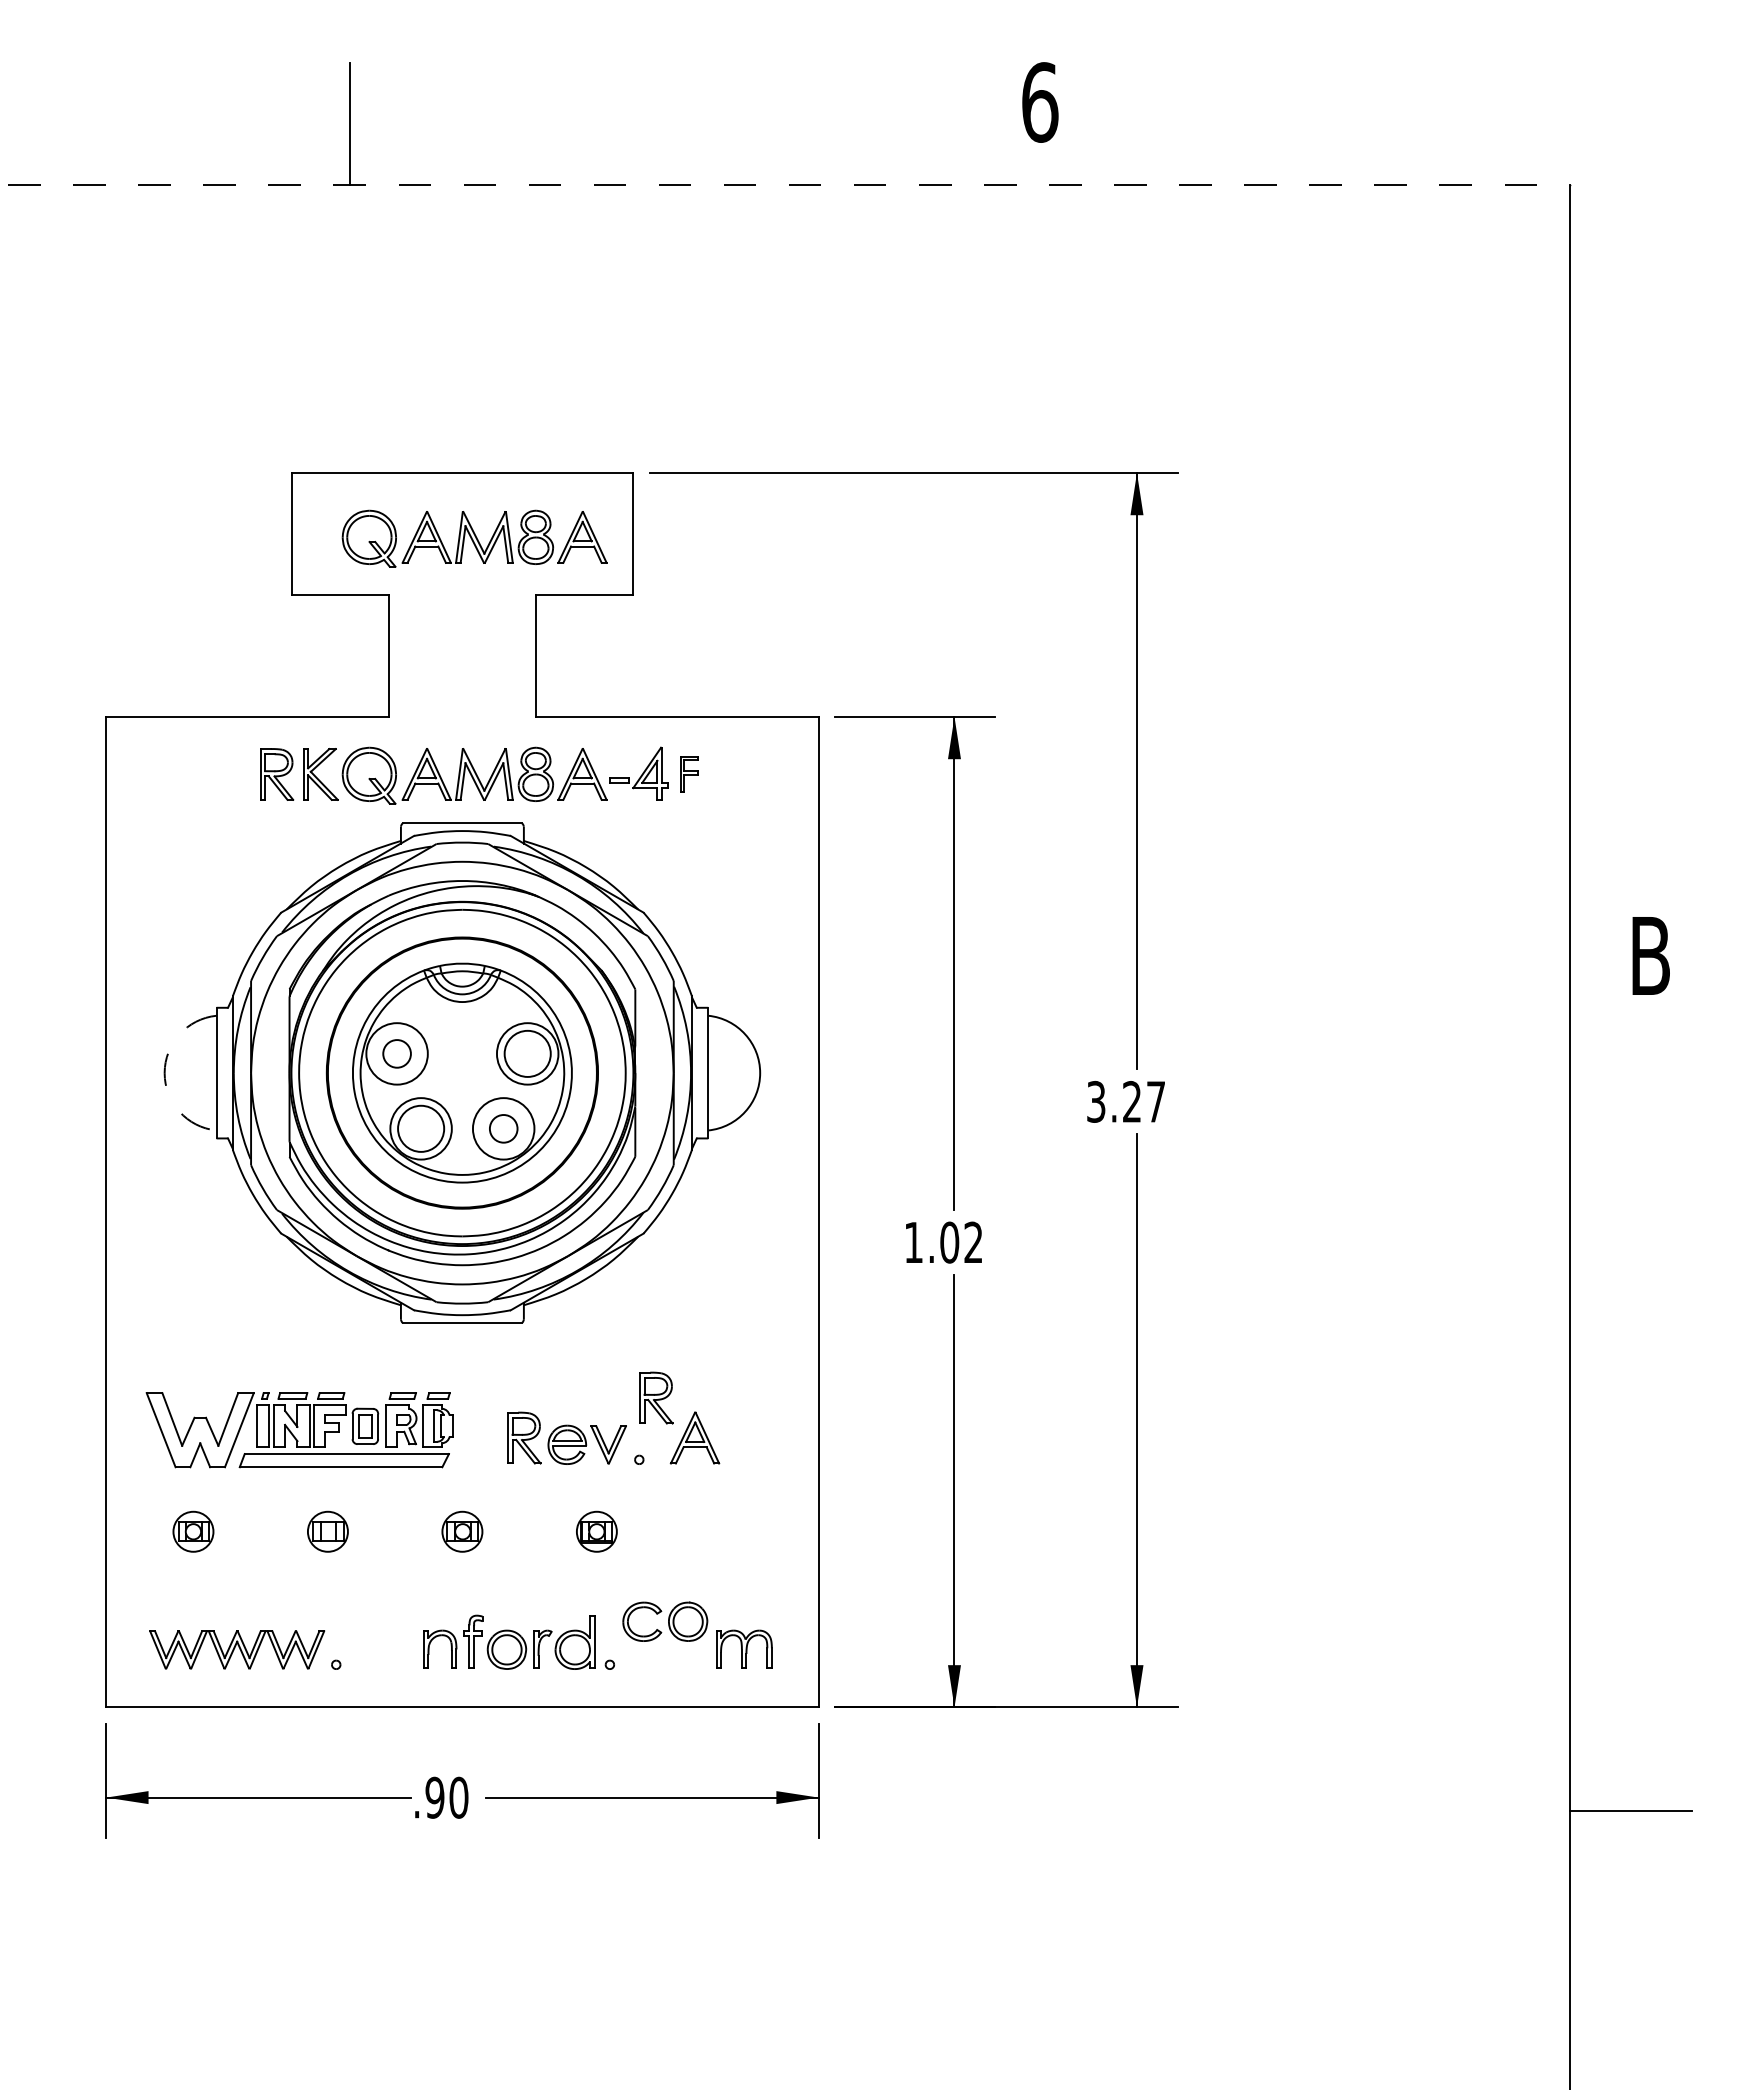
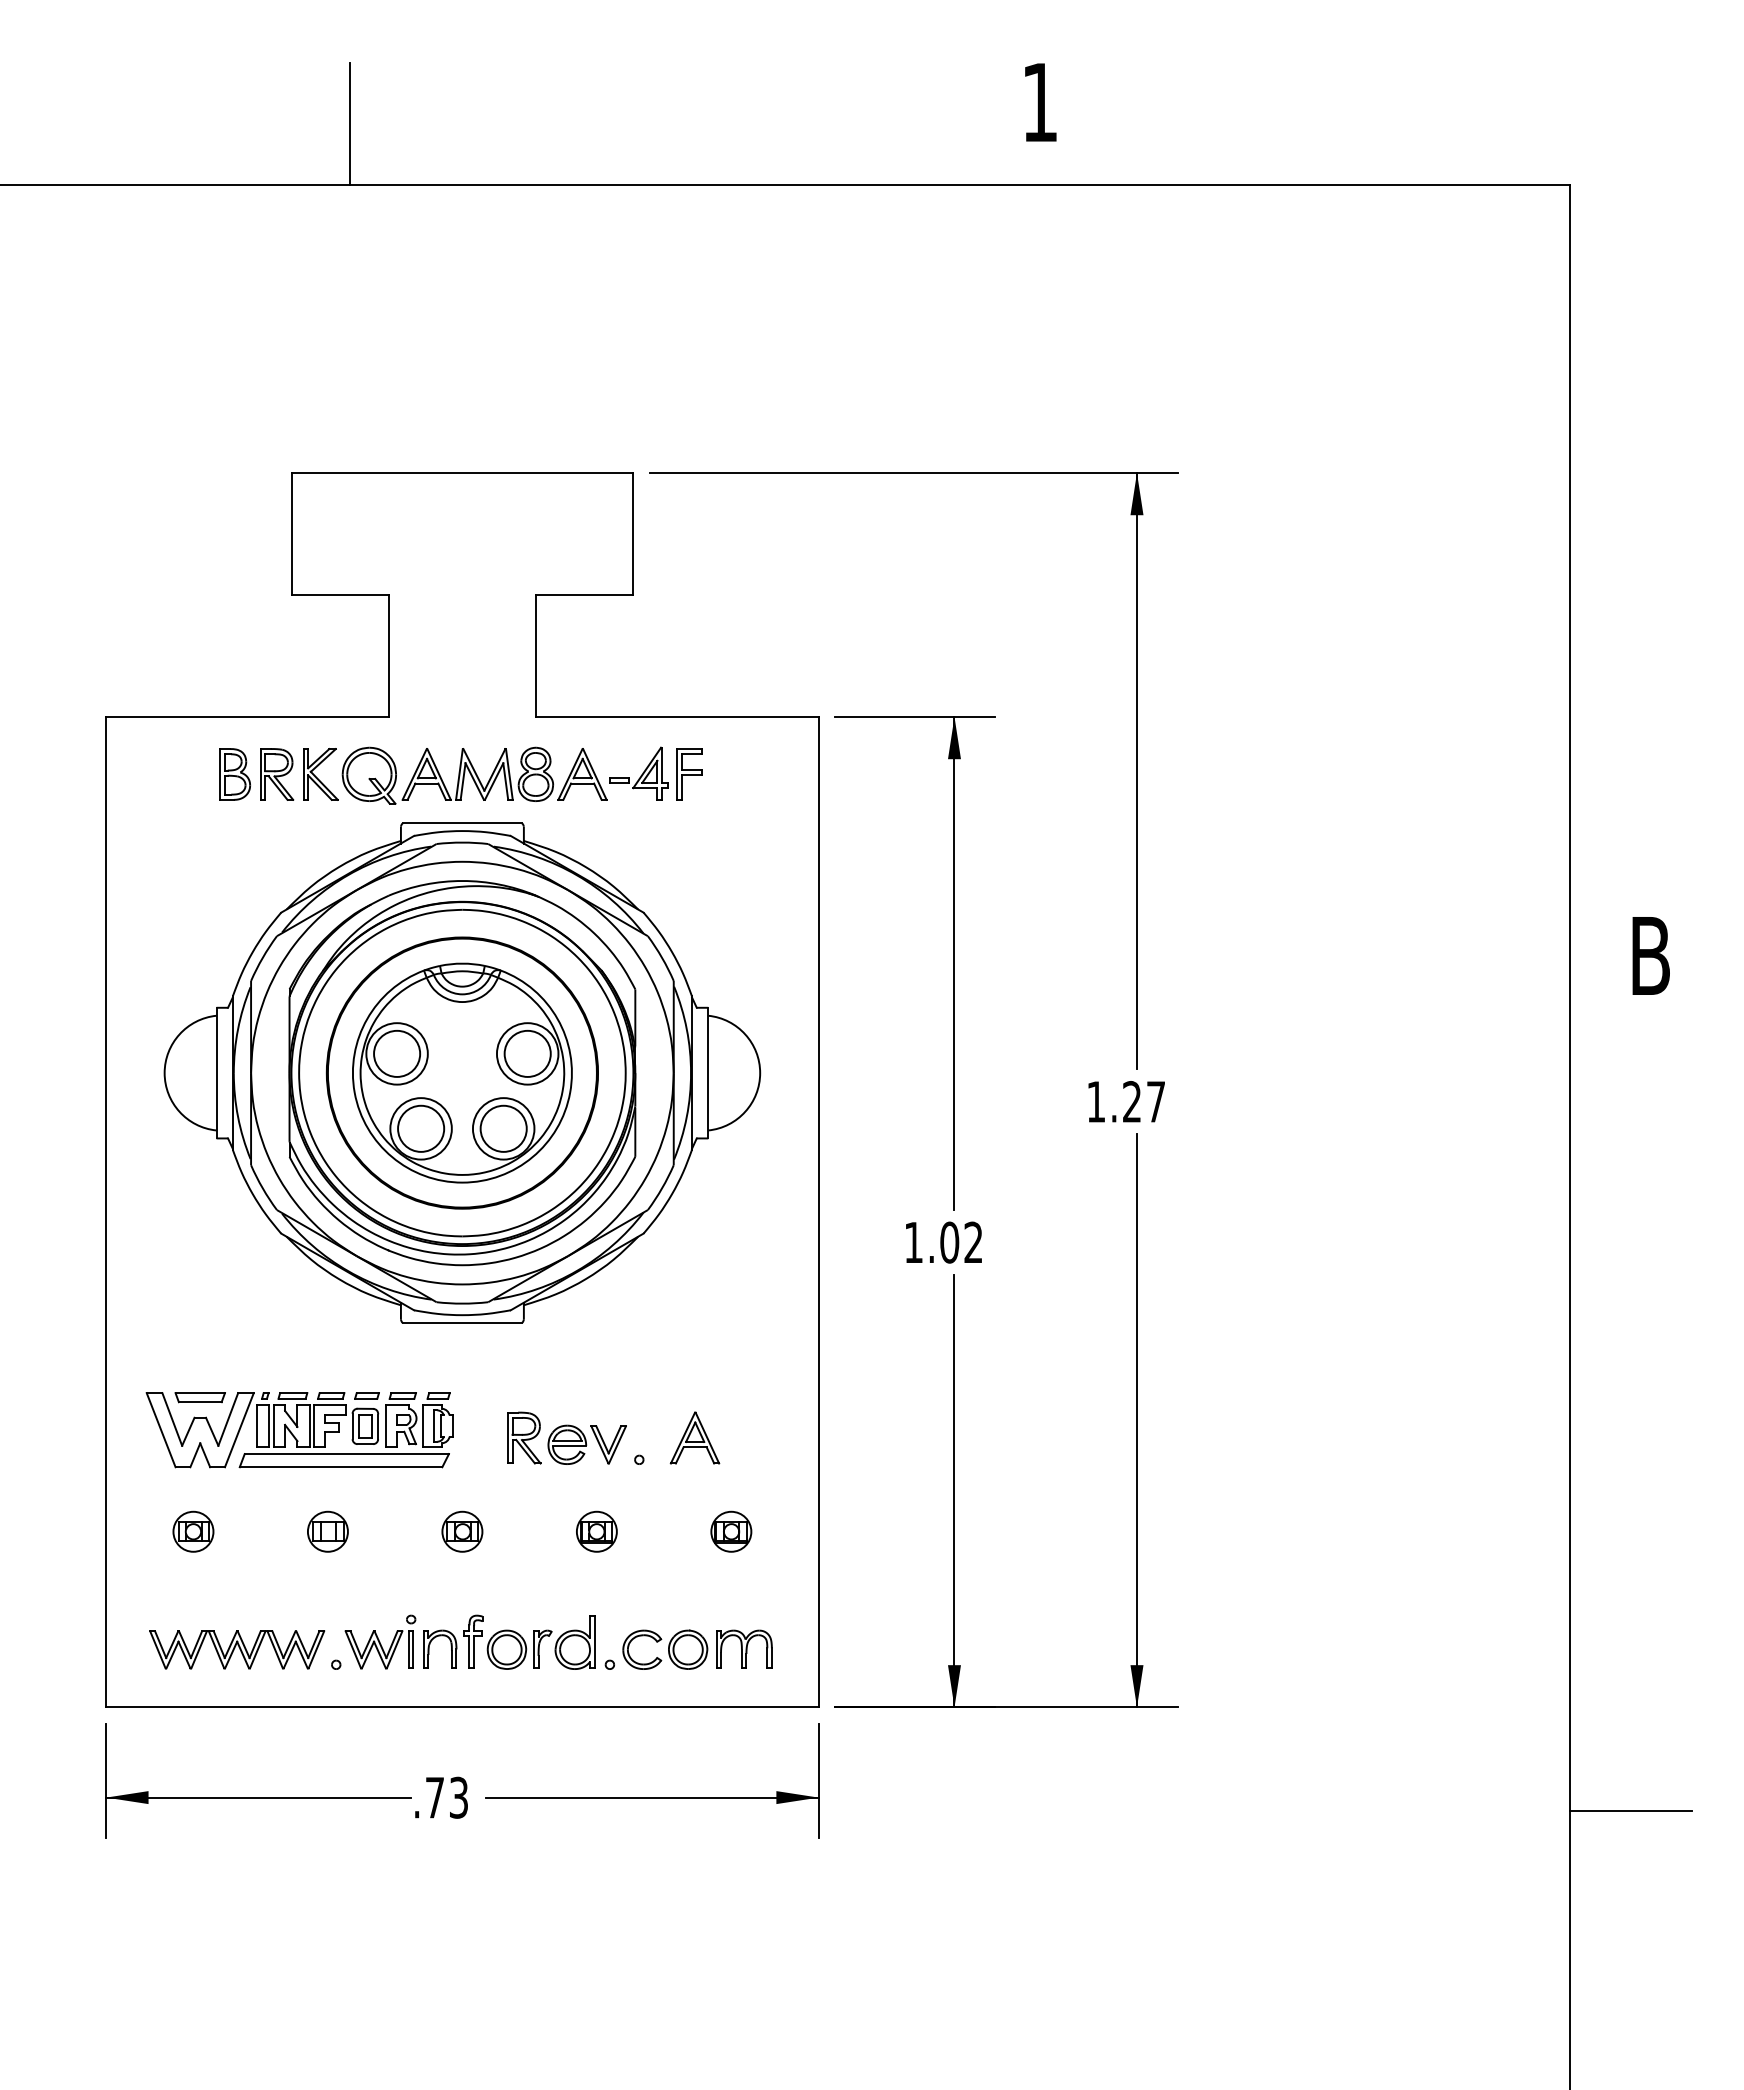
text at (1040, 102): 6 -> 1
line at (785, 184): dashed -> solid
part at (474, 538): present -> none
part at (234, 774): none -> present
part at (689, 774) size: 19x37 px -> 27x53 px
circle at (396, 1053) diameter: 28 px -> 46 px
arc at (164, 1073): dashed -> solid
text at (1096, 1101): 3.27 -> 1.27
circle at (503, 1128) diameter: 28 px -> 46 px
part at (366, 1395): none -> present
part at (199, 1397): none -> present
part at (656, 1397): present -> none
part at (731, 1531): none -> present
part at (665, 1621) position: (665, 1621) -> (665, 1649)
part at (380, 1641): none -> present
text at (446, 1797): .90 -> .73
